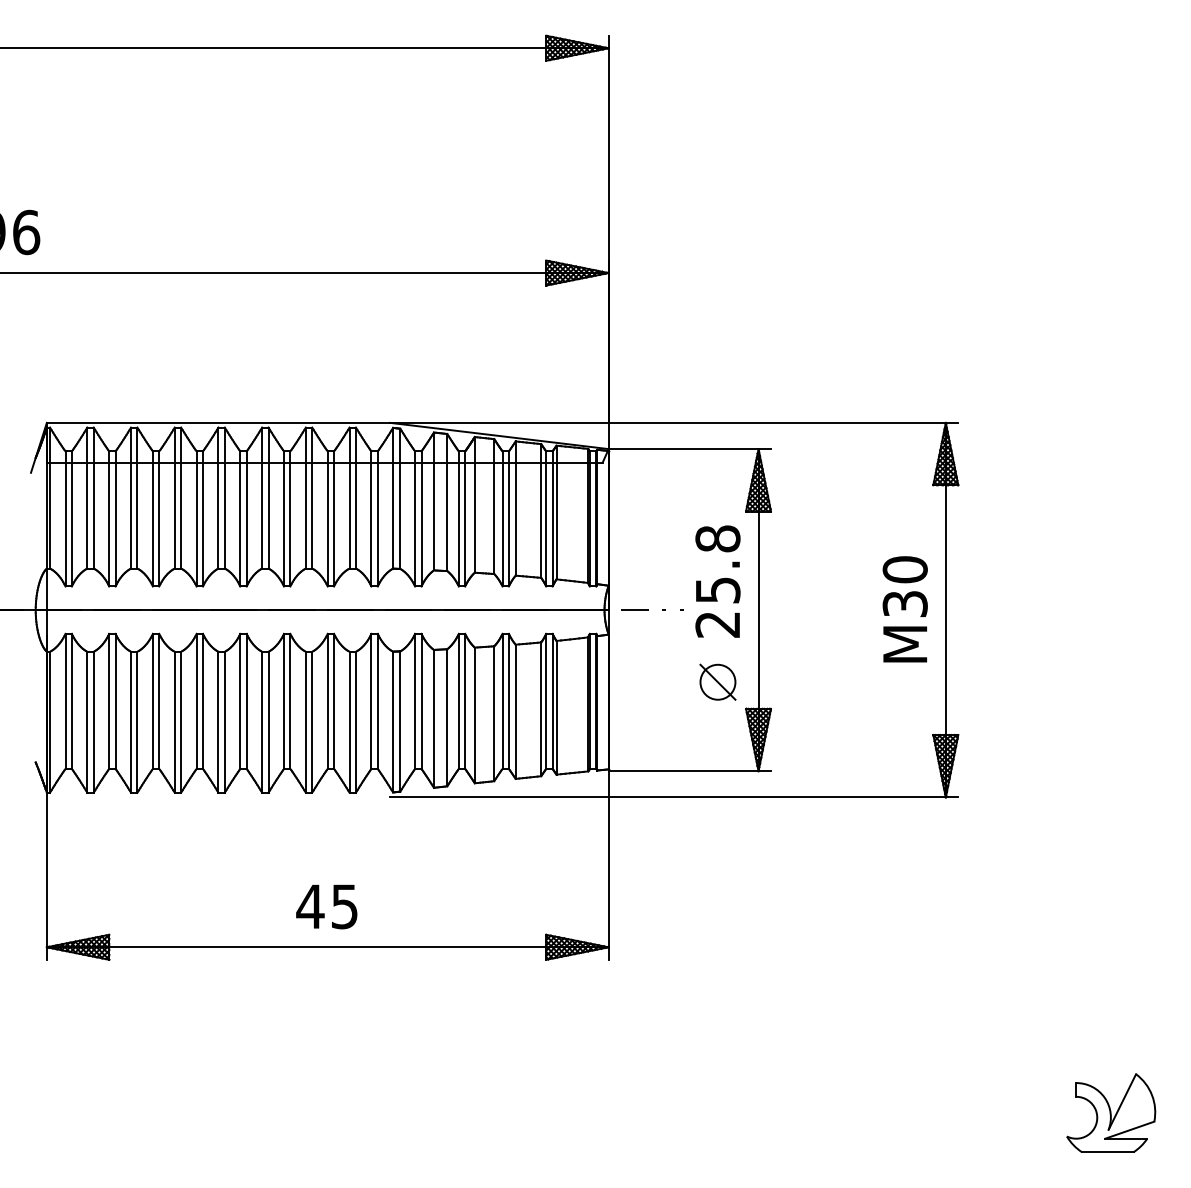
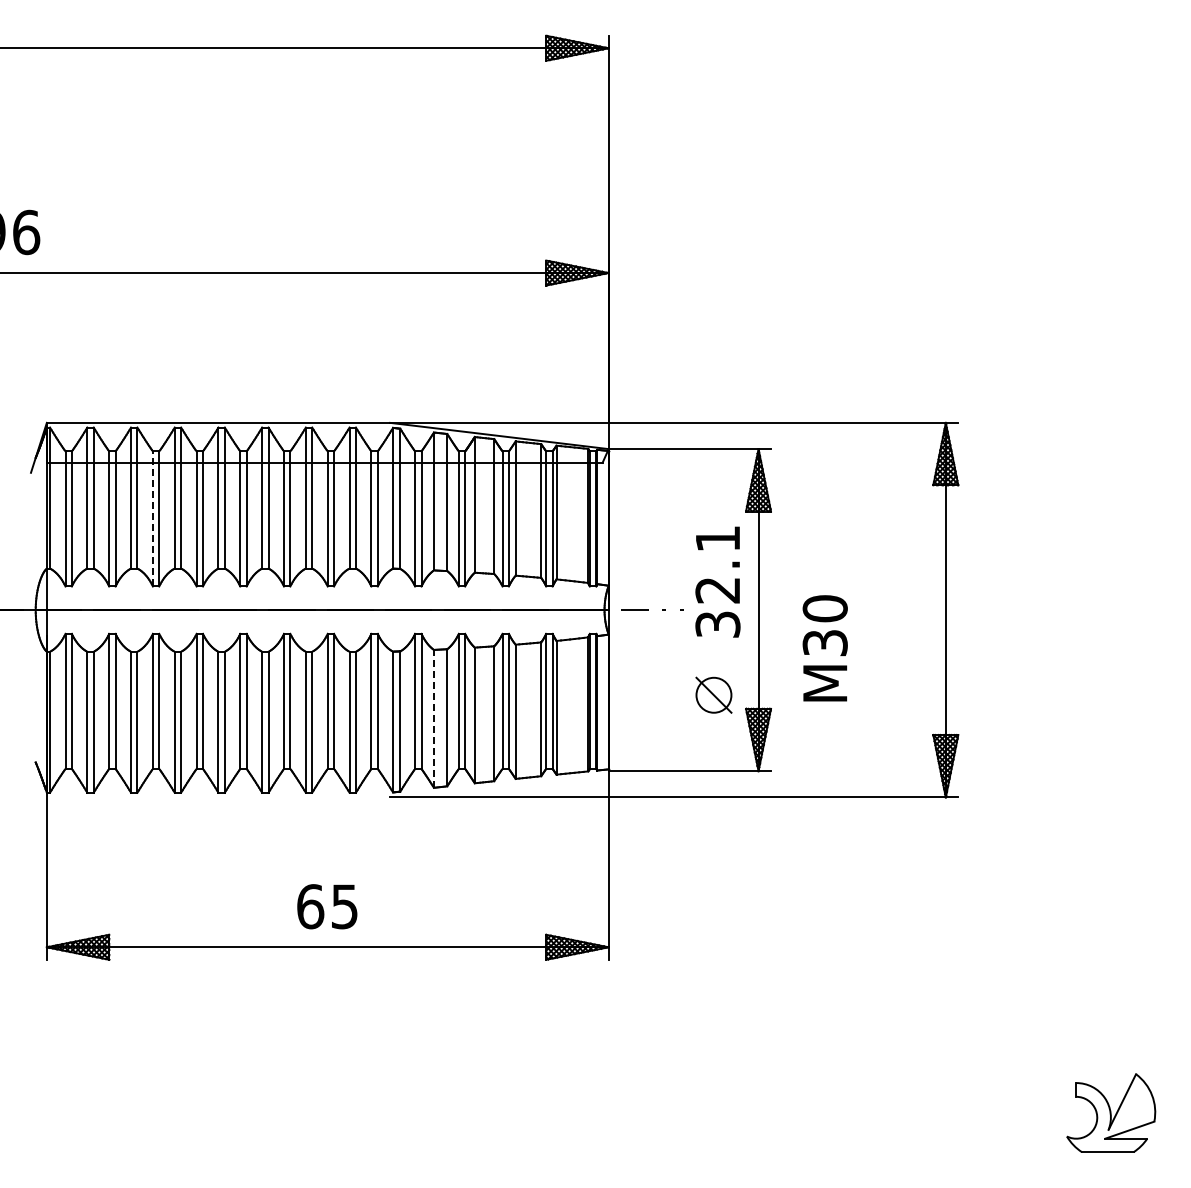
line at (152, 518): solid -> dashed
text at (717, 581): 25.8 -> 32.1
text at (904, 609) position: (904, 609) -> (824, 648)
part at (717, 681) position: (717, 681) -> (713, 694)
line at (433, 718): solid -> dashed
text at (310, 906): 45 -> 65
